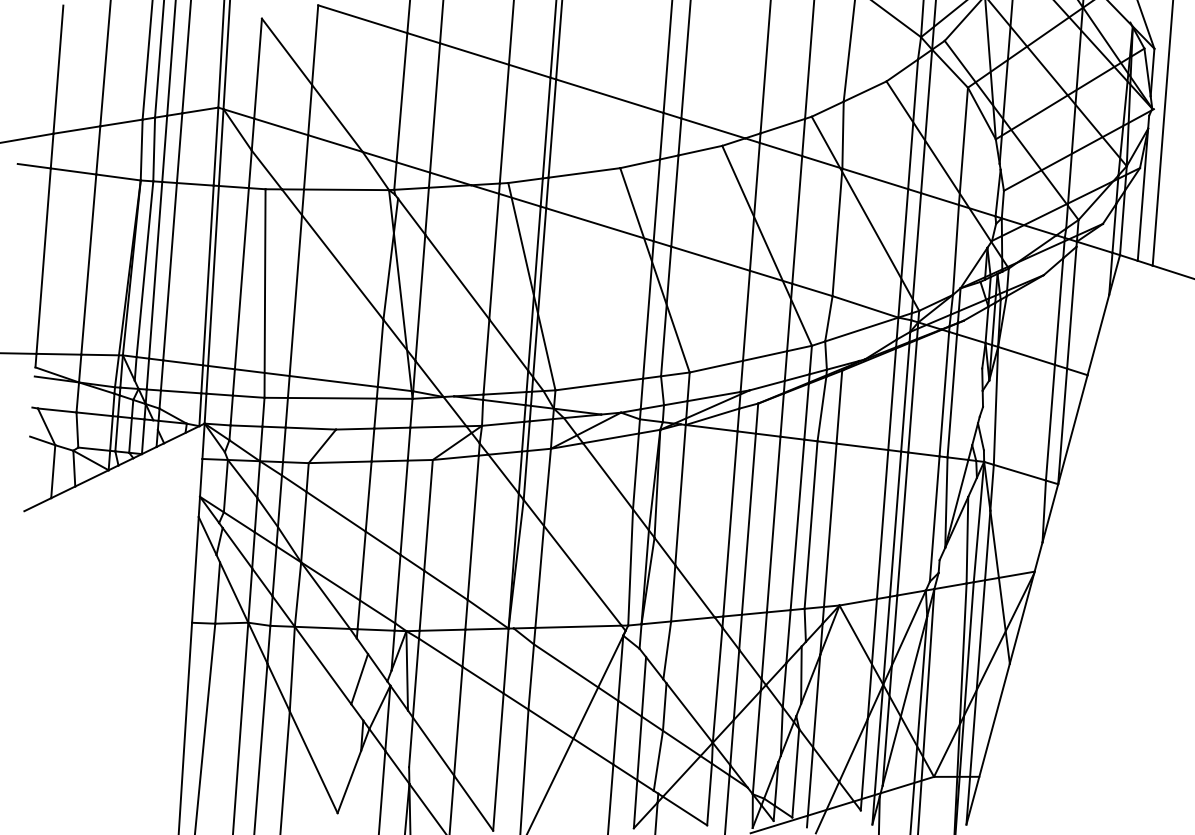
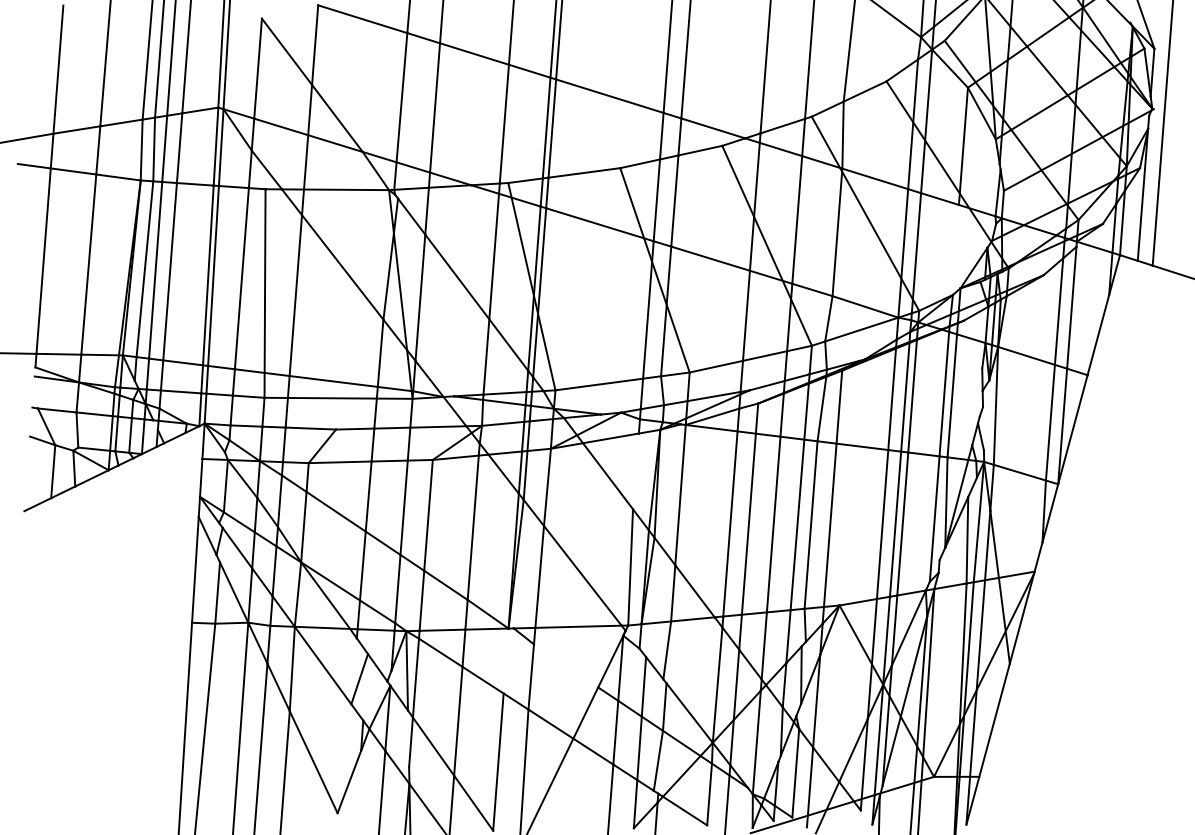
line at (955, 249): present -> none
line at (635, 471): present -> none
line at (505, 660): present -> none
line at (566, 665): present -> none
